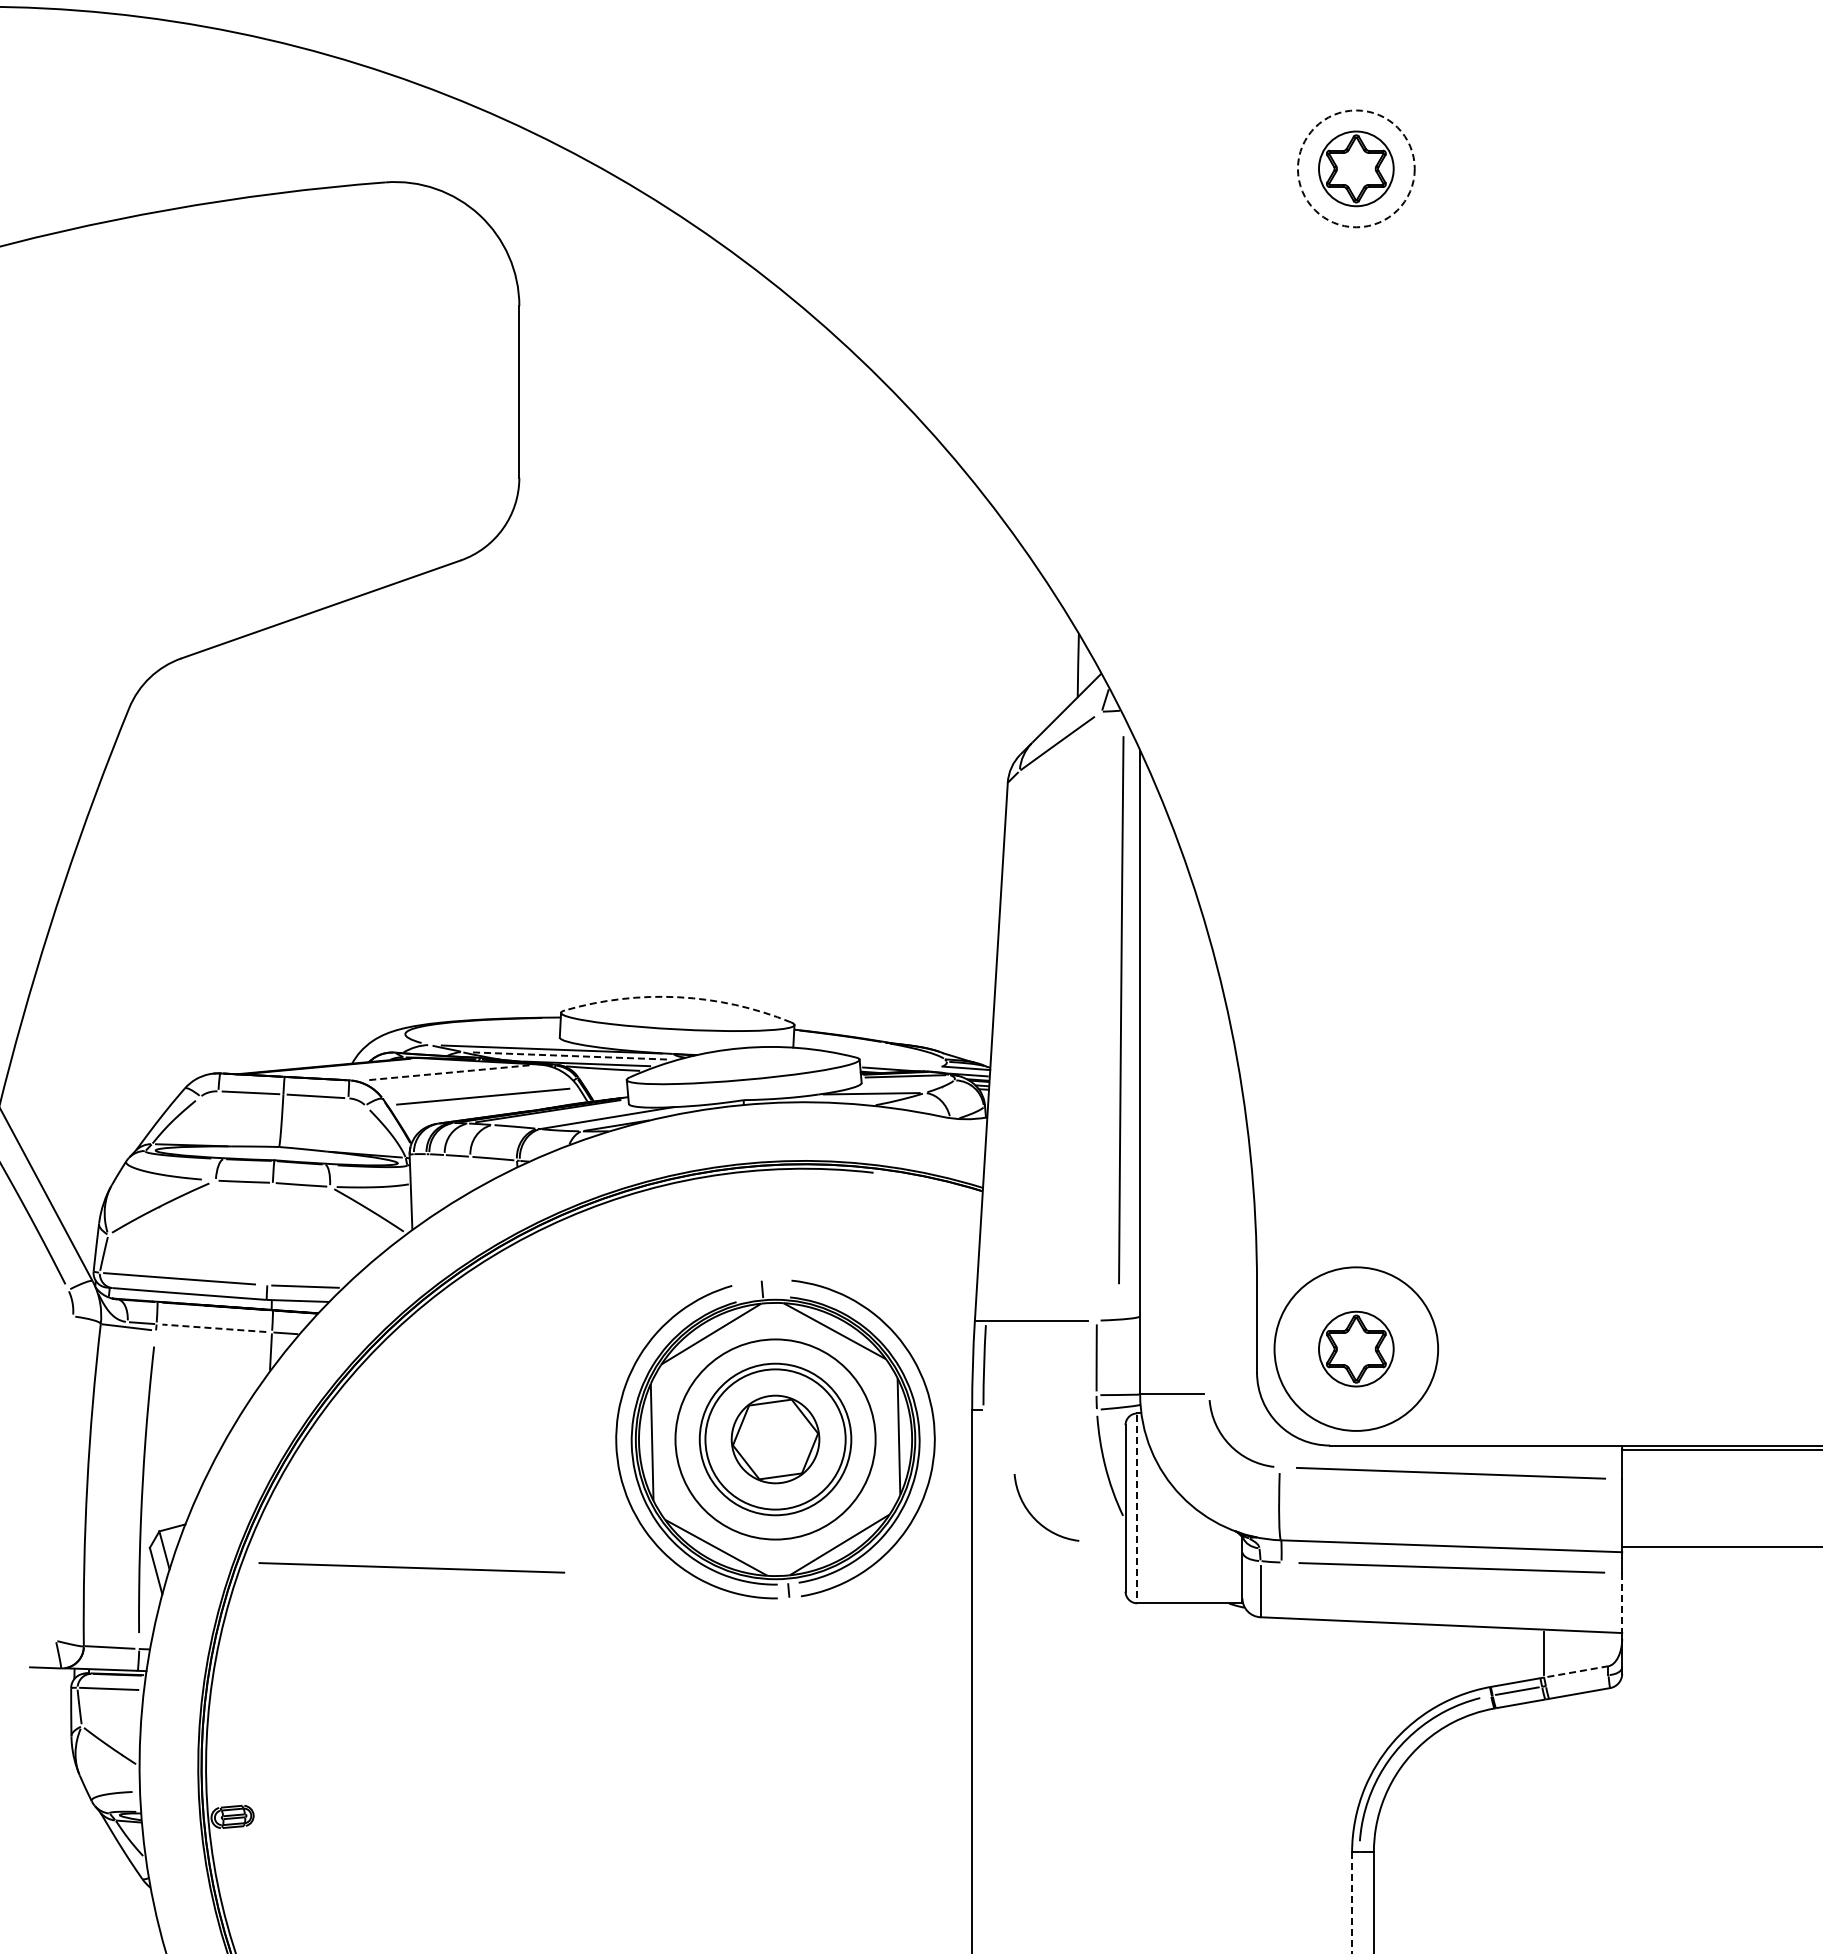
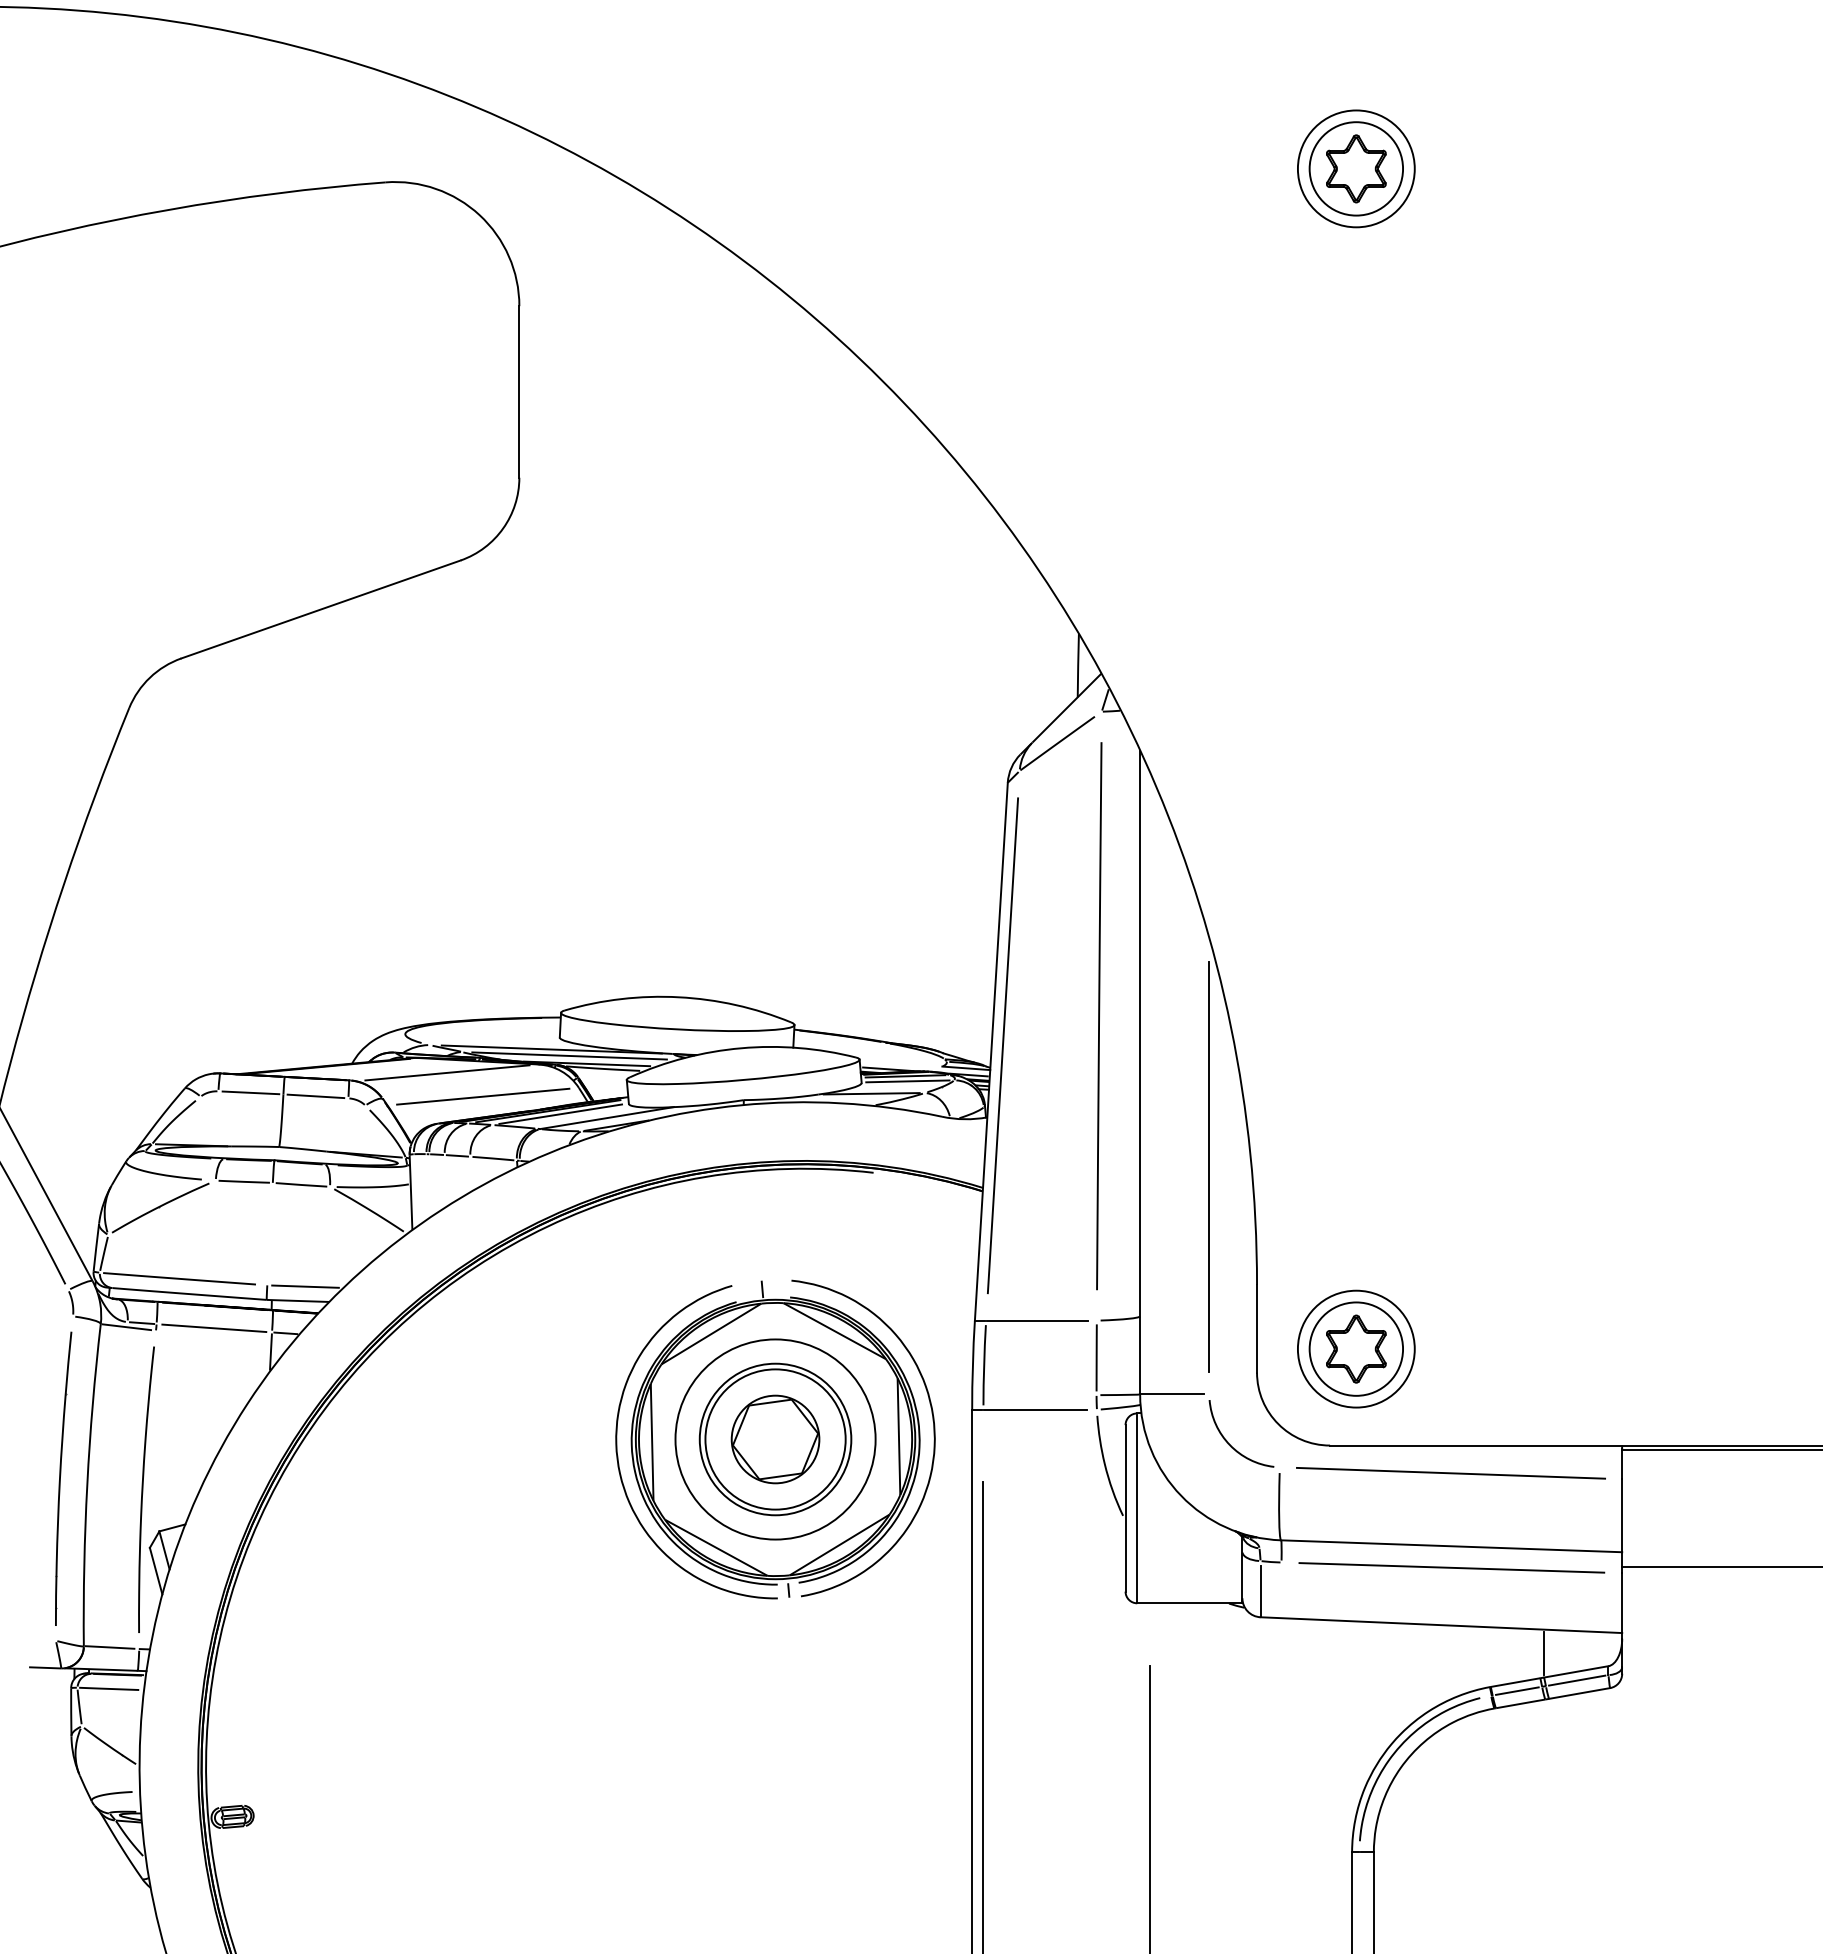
circle at (1355, 168) diameter: 75 px -> 93 px
circle at (1355, 168): dashed -> solid
arc at (678, 997): dashed -> solid
line at (1121, 1010) position: (1121, 1010) -> (1099, 1016)
line at (1002, 1045): none -> present
line at (569, 1055): dashed -> solid
line at (446, 1072): dashed -> solid
line at (907, 1081): none -> present
line at (560, 1113): none -> present
line at (1209, 1166): none -> present
line at (213, 1328): dashed -> solid
circle at (1355, 1348) diameter: 75 px -> 93 px
circle at (1356, 1348) diameter: 164 px -> 117 px
line at (1035, 1409): none -> present
part at (63, 1478): none -> present
line at (1137, 1508): dashed -> solid
arc at (1035, 1518): present -> none
line at (1720, 1546) position: (1720, 1546) -> (1720, 1566)
line at (411, 1567): present -> none
line at (1622, 1603): dashed -> solid
line at (1576, 1671): dashed -> solid
line at (1577, 1680): none -> present
line at (983, 1715): none -> present
line at (1149, 1807): none -> present
line at (1352, 1903): dashed -> solid
